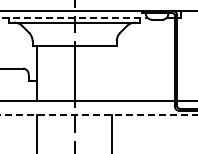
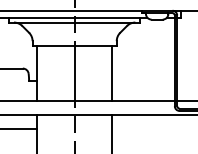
line at (74, 17): dashed -> solid
line at (112, 73): none -> present
line at (98, 115): dashed -> solid
line at (19, 128): none -> present
